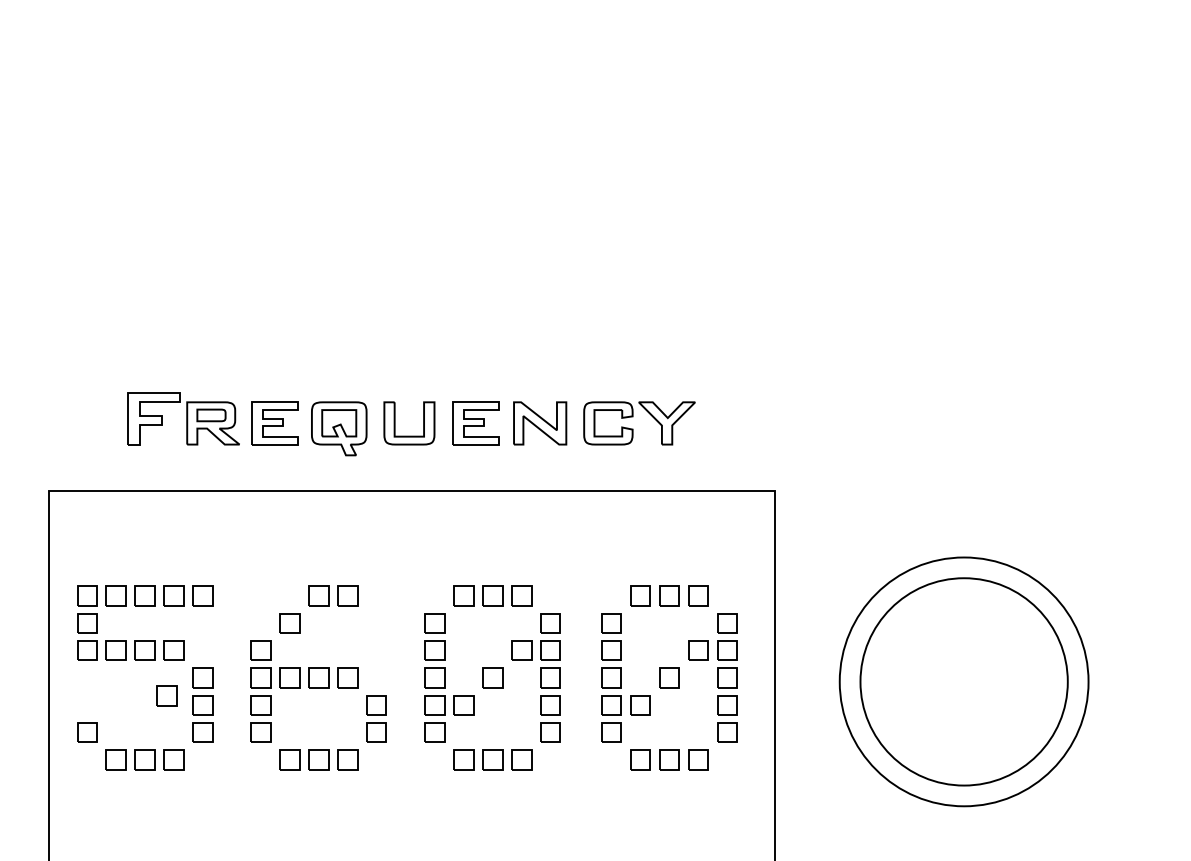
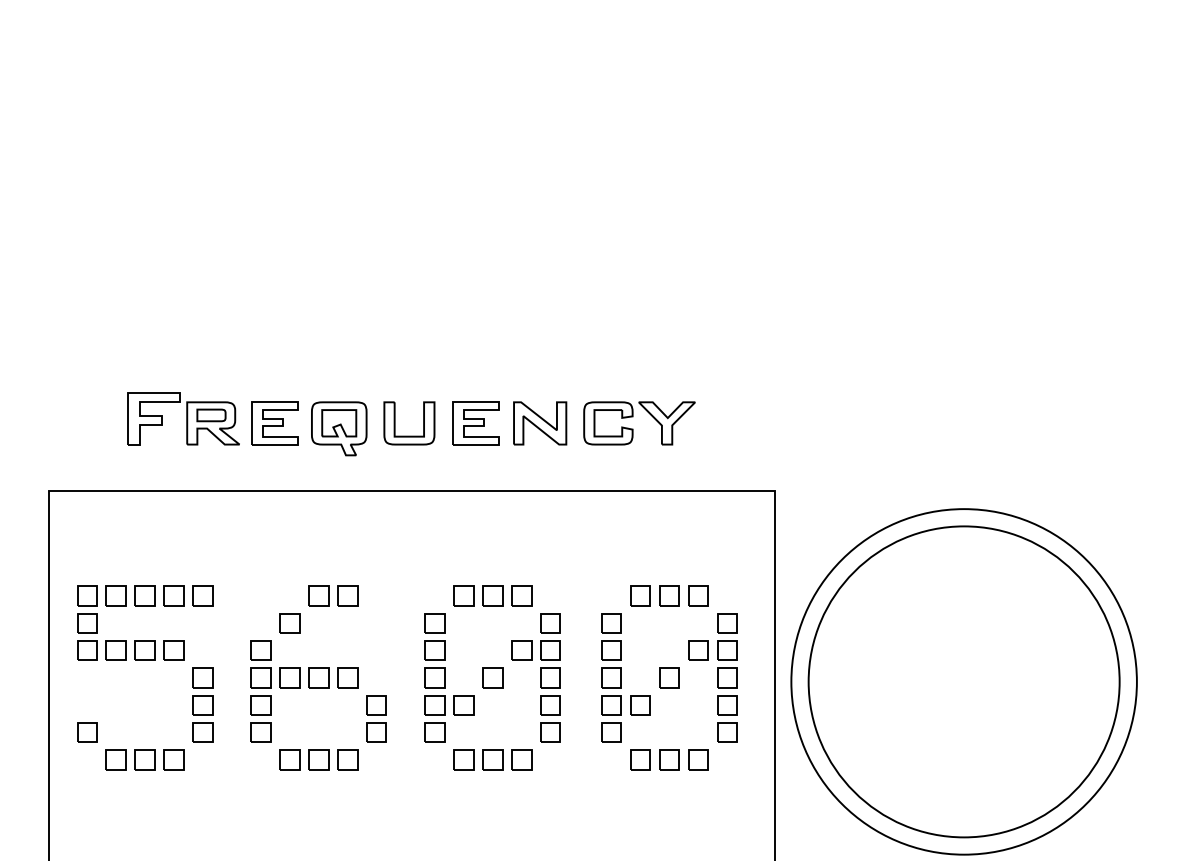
circle at (963, 681) diameter: 207 px -> 346 px
circle at (963, 681) diameter: 249 px -> 311 px
part at (166, 695): present -> none
